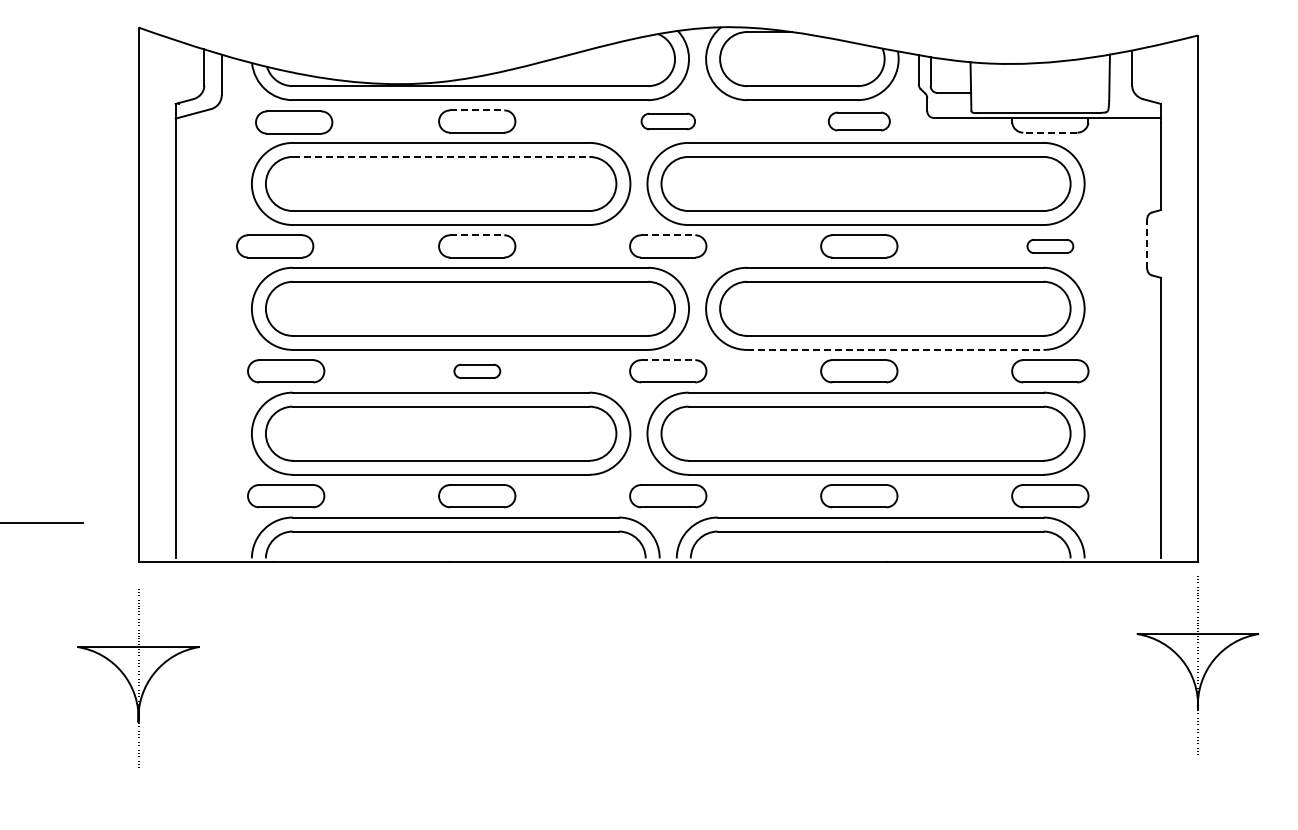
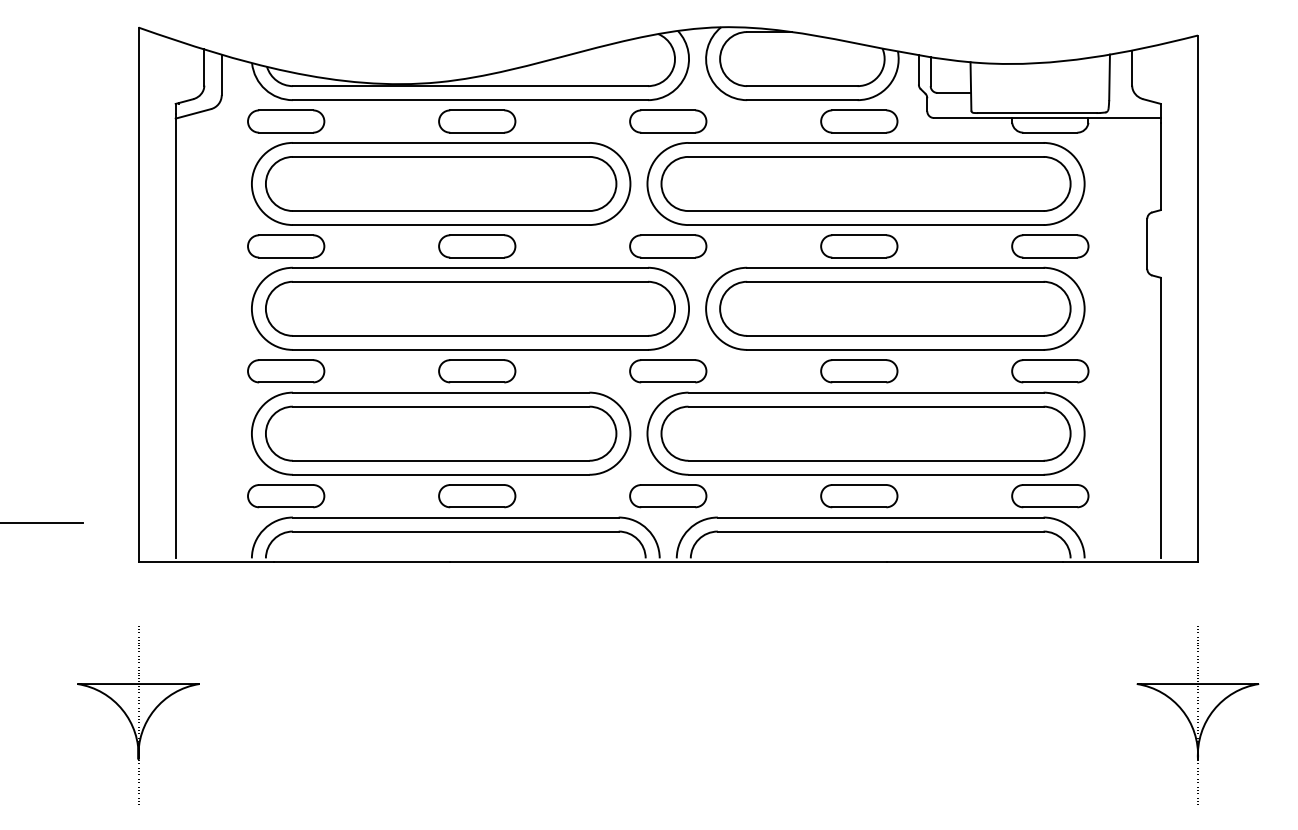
line at (477, 110): dashed -> solid
part at (667, 121) size: 56x19 px -> 79x25 px
part at (858, 121) size: 64x21 px -> 79x25 px
part at (294, 122) position: (294, 122) -> (286, 121)
line at (1049, 132): dashed -> solid
line at (441, 156): dashed -> solid
line at (477, 235): dashed -> solid
line at (668, 235): dashed -> solid
line at (1147, 243): dashed -> solid
part at (1050, 245) size: 49x16 px -> 79x25 px
part at (275, 246) position: (275, 246) -> (286, 246)
line at (895, 349): dashed -> solid
line at (668, 360): dashed -> solid
part at (477, 370) size: 49x16 px -> 79x25 px
part at (1197, 665) position: (1197, 665) -> (1197, 715)
part at (138, 678) position: (138, 678) -> (138, 715)
